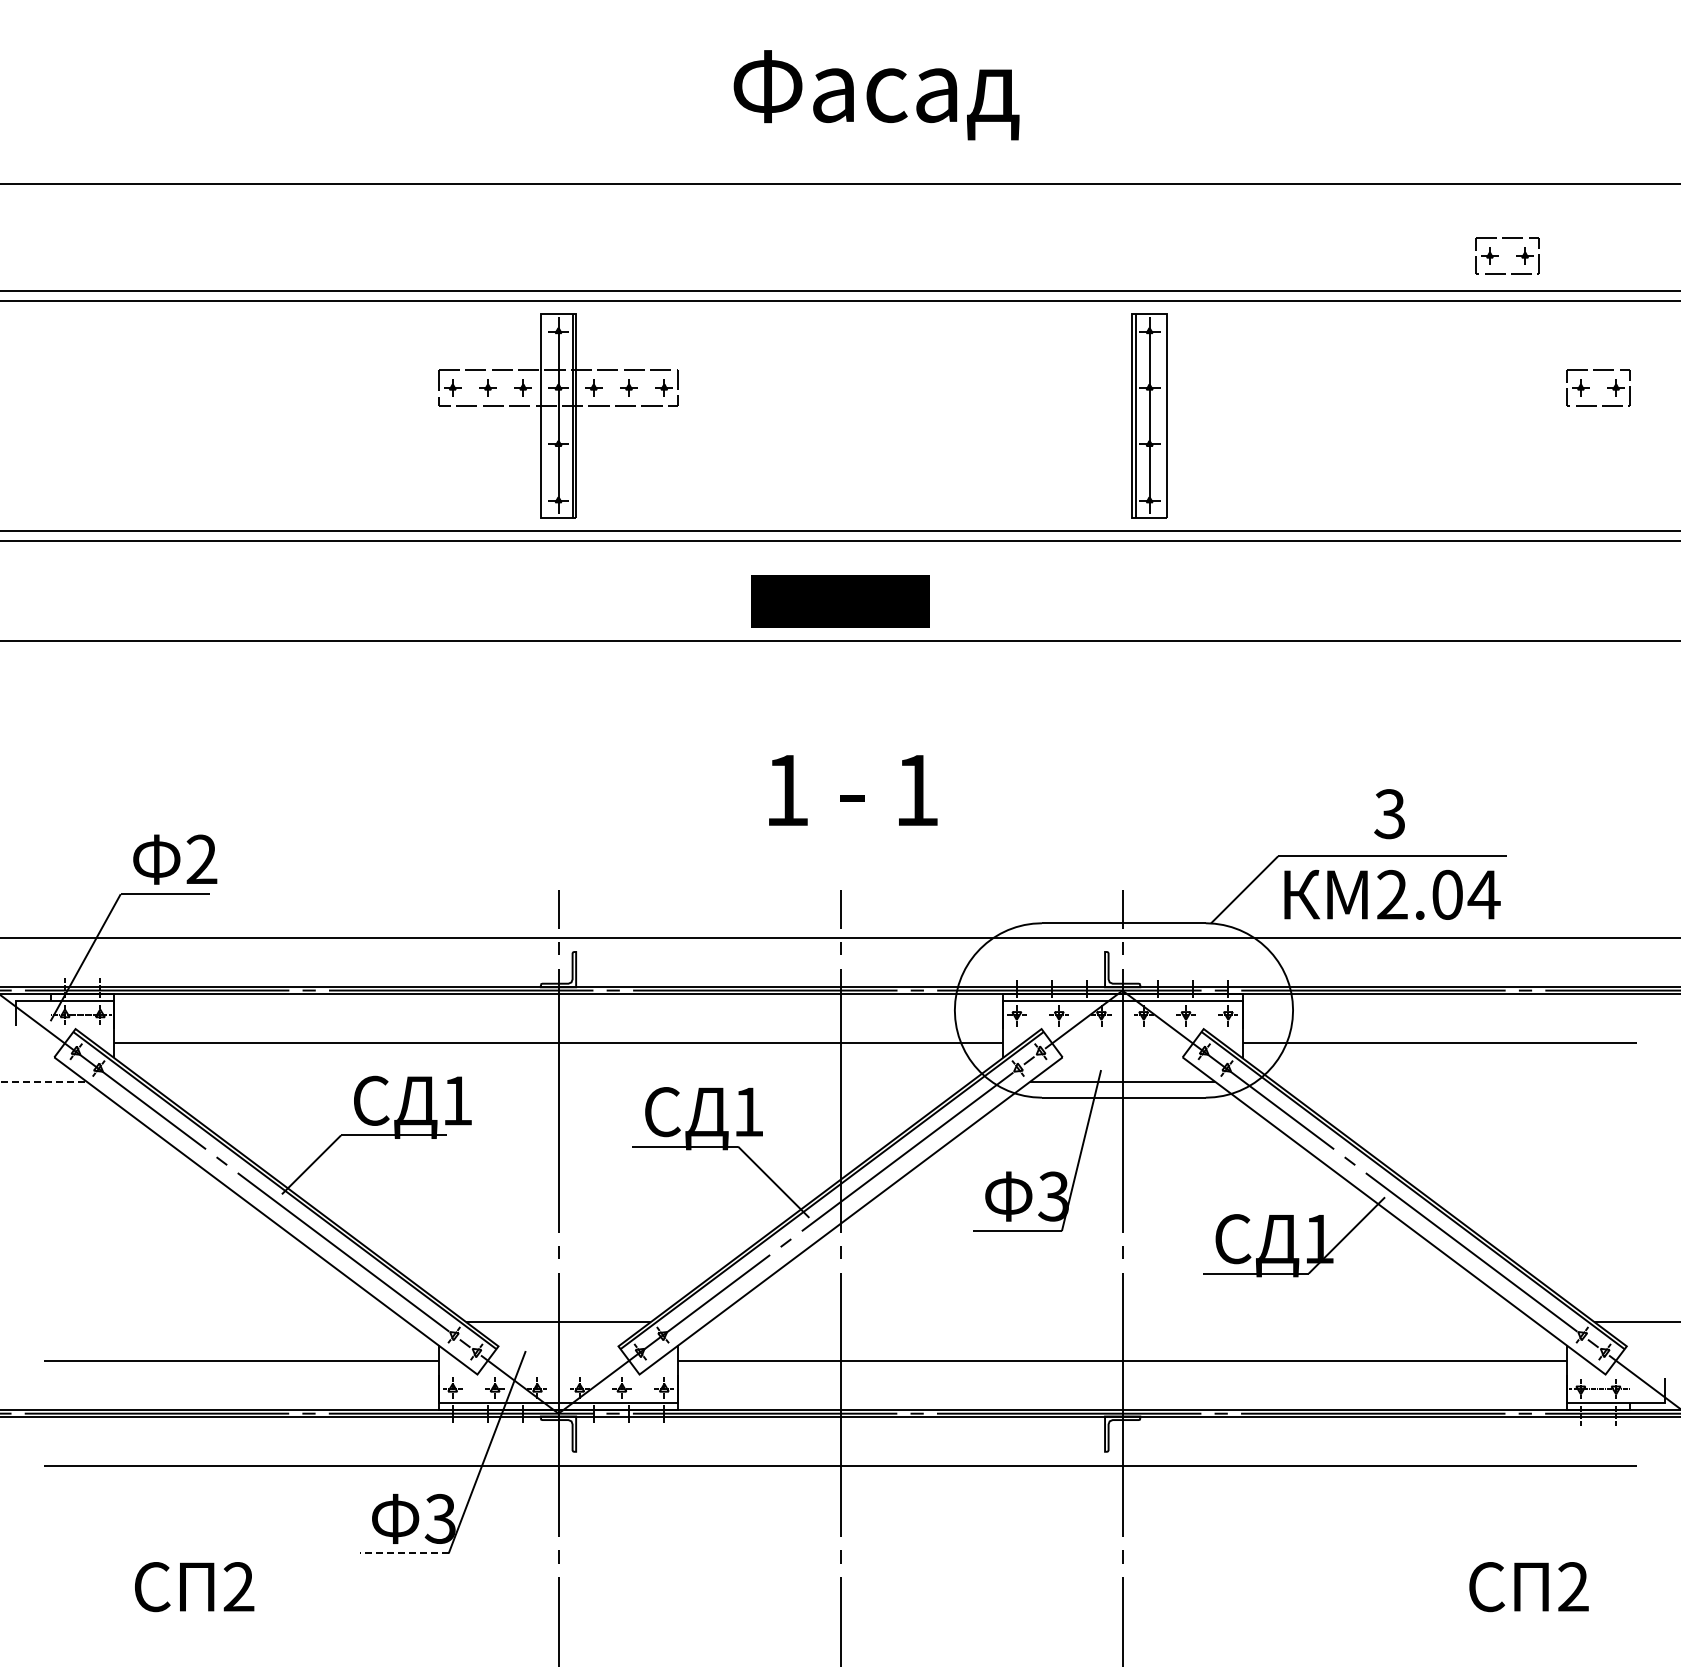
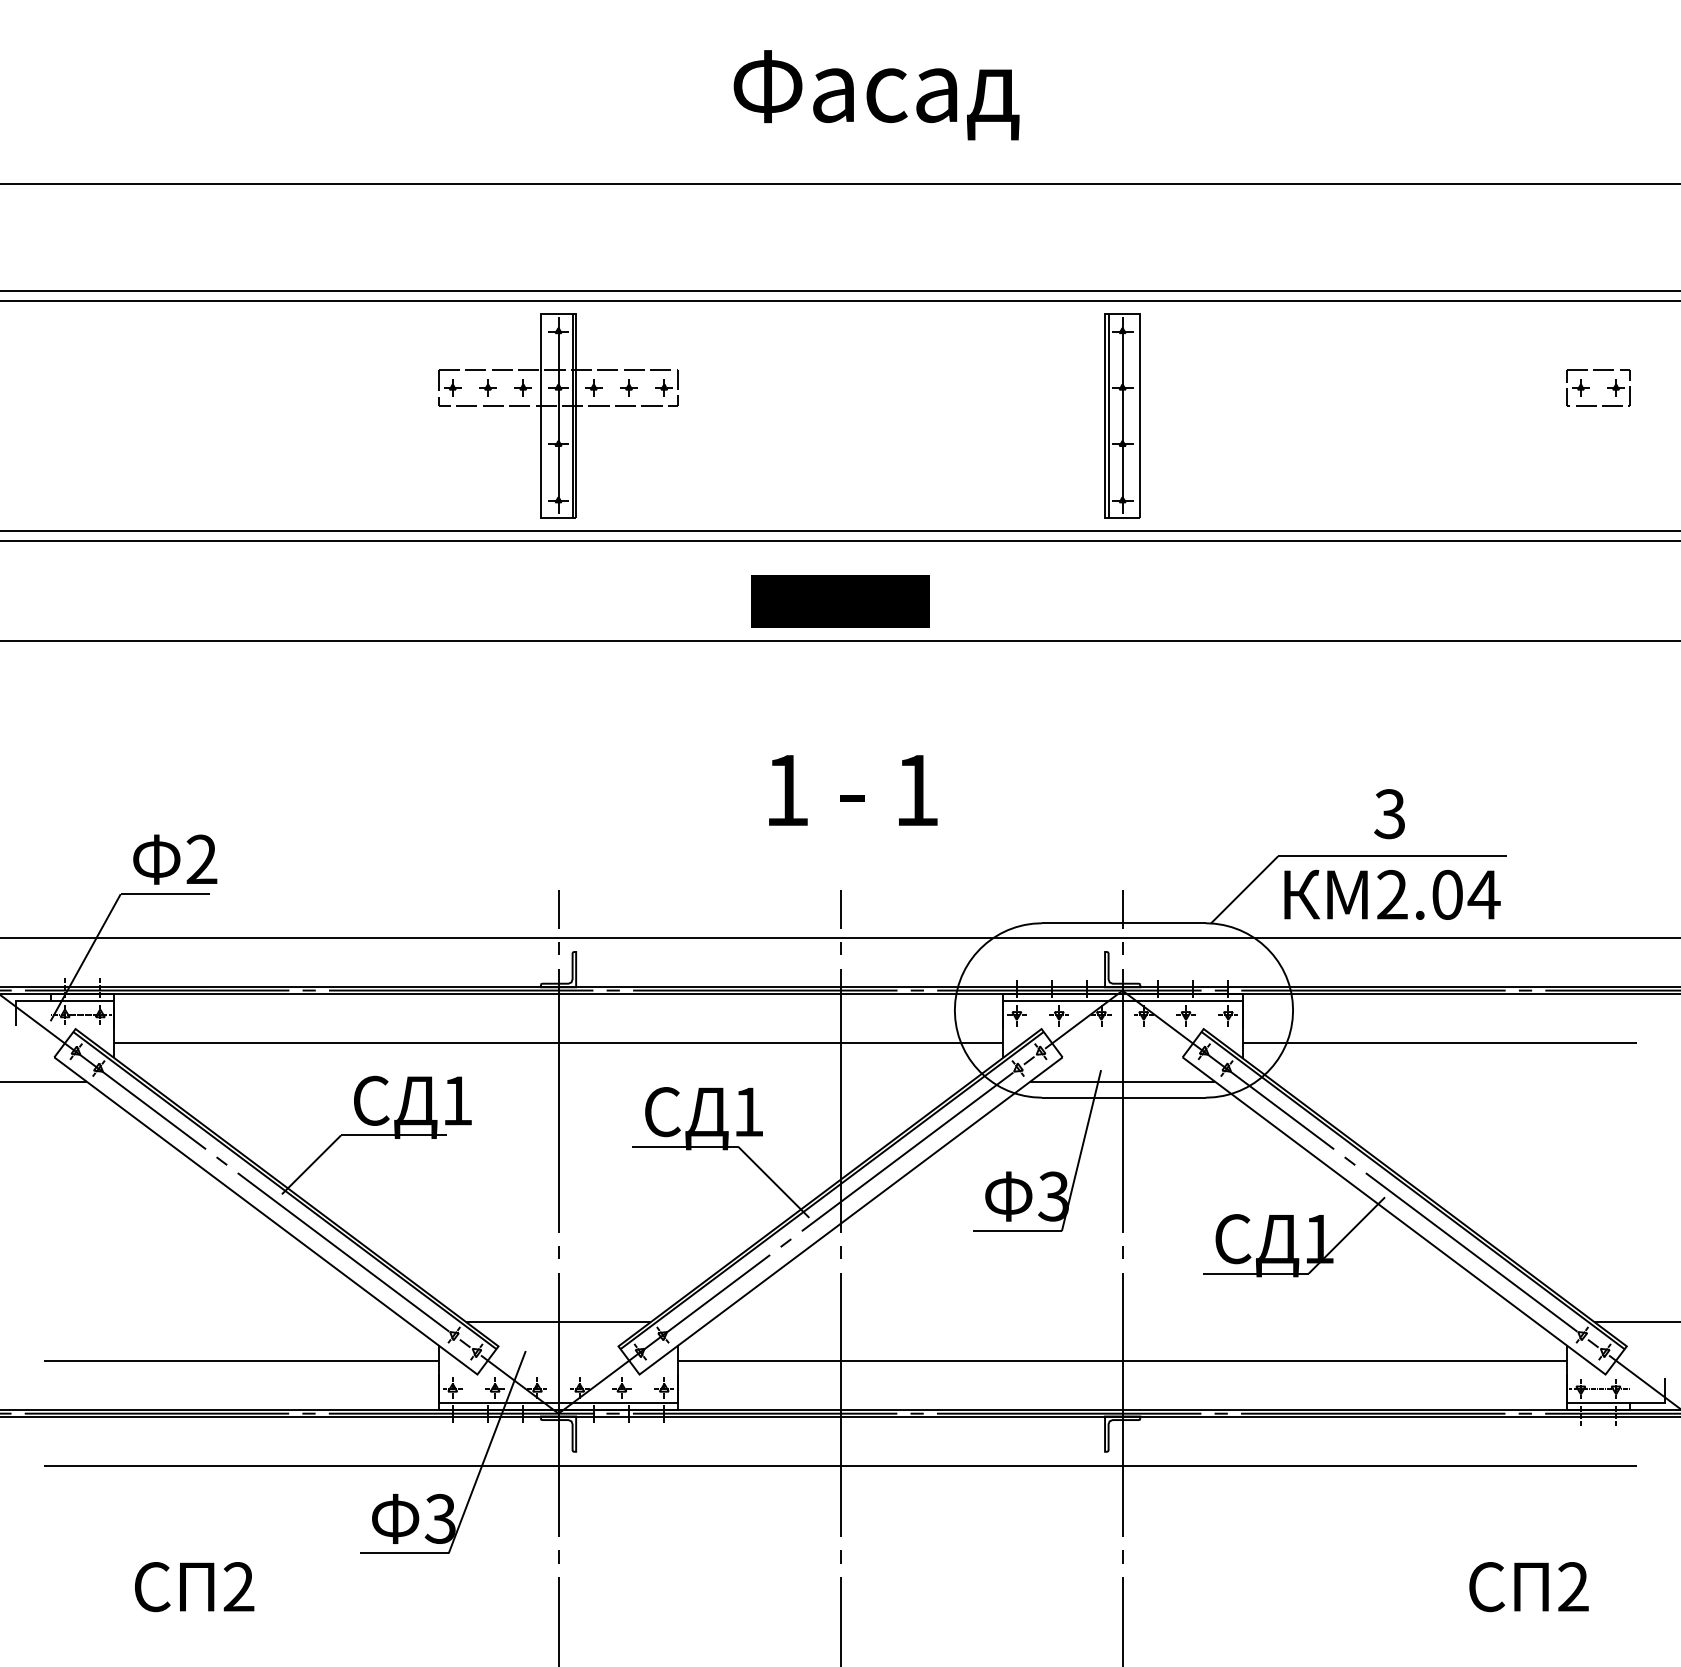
part at (1498, 255): present -> none
part at (1149, 415) position: (1149, 415) -> (1122, 415)
line at (43, 1081): dashed -> solid
line at (404, 1553): dashed -> solid
